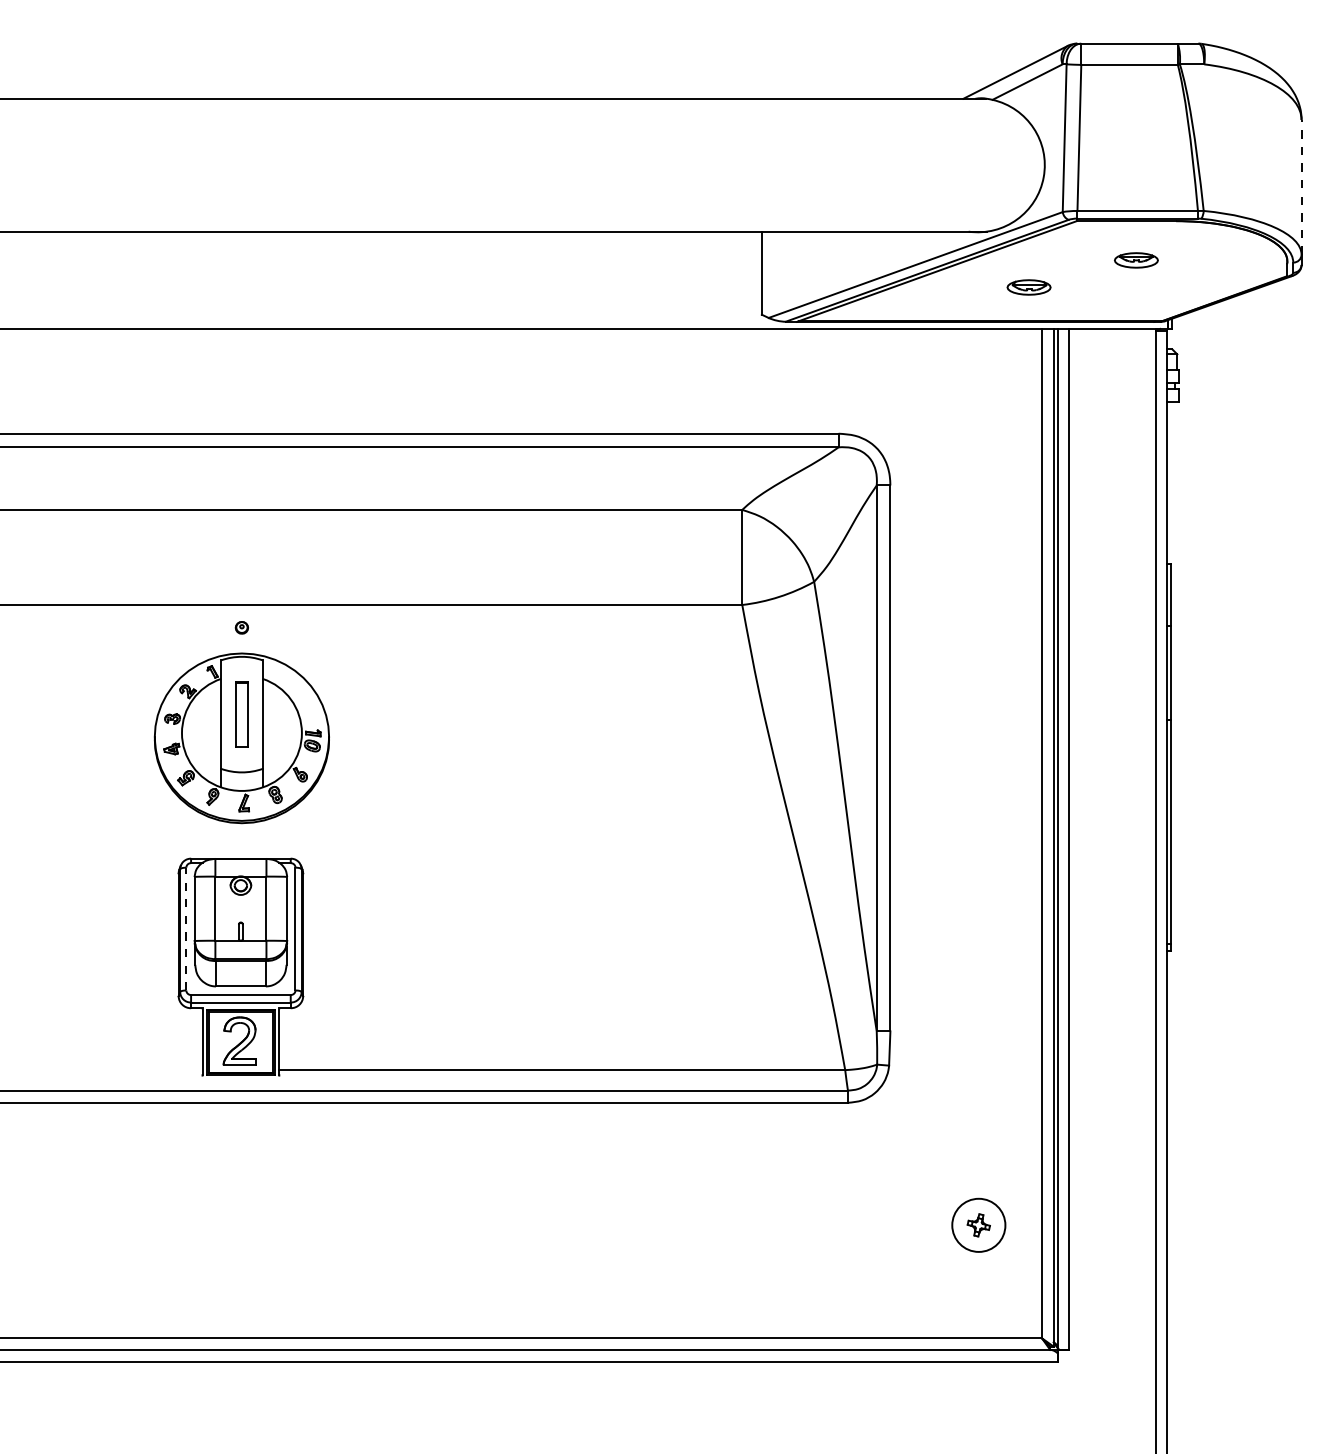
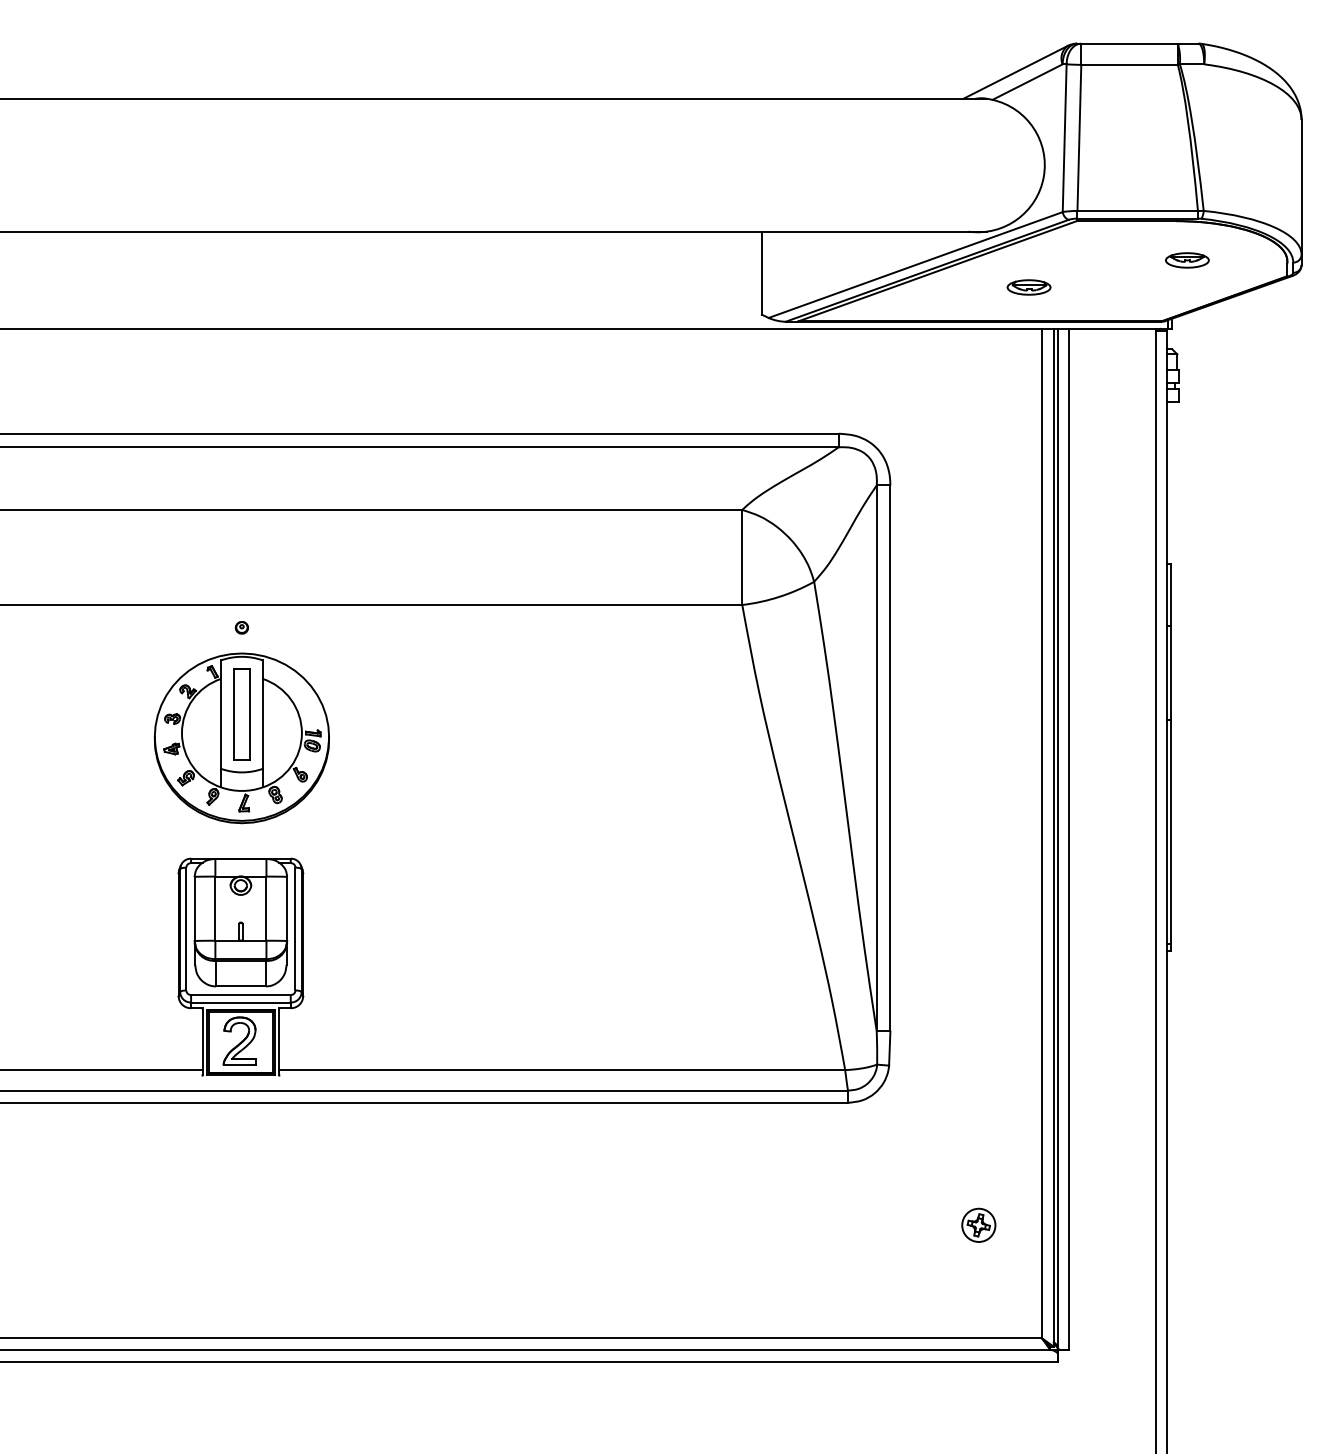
line at (1301, 186): dashed -> solid
part at (1136, 260) position: (1136, 260) -> (1187, 260)
part at (241, 714) size: 14x67 px -> 18x93 px
line at (186, 928): dashed -> solid
line at (102, 1070): none -> present
circle at (978, 1224) diameter: 53 px -> 33 px
